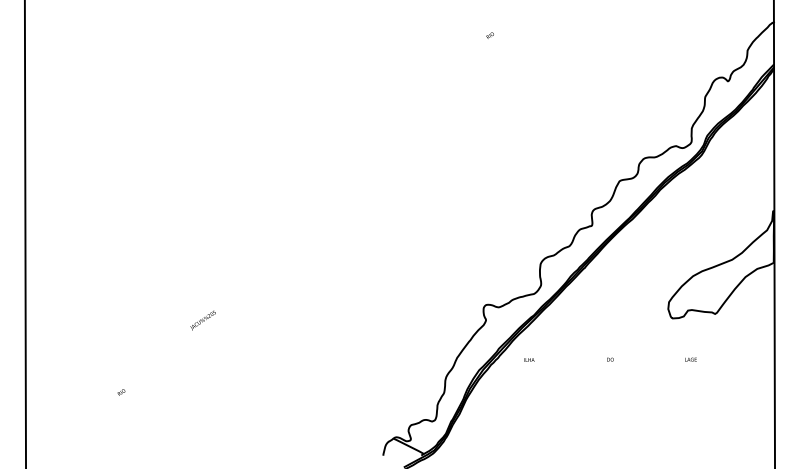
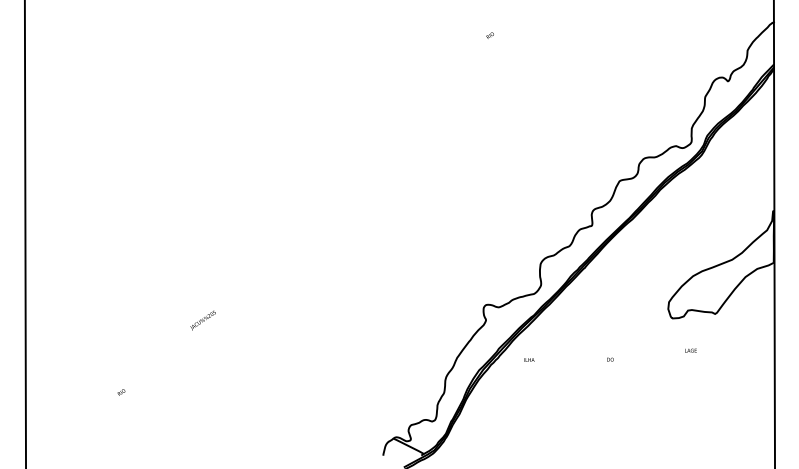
text at (690, 359) position: (690, 359) -> (690, 350)
